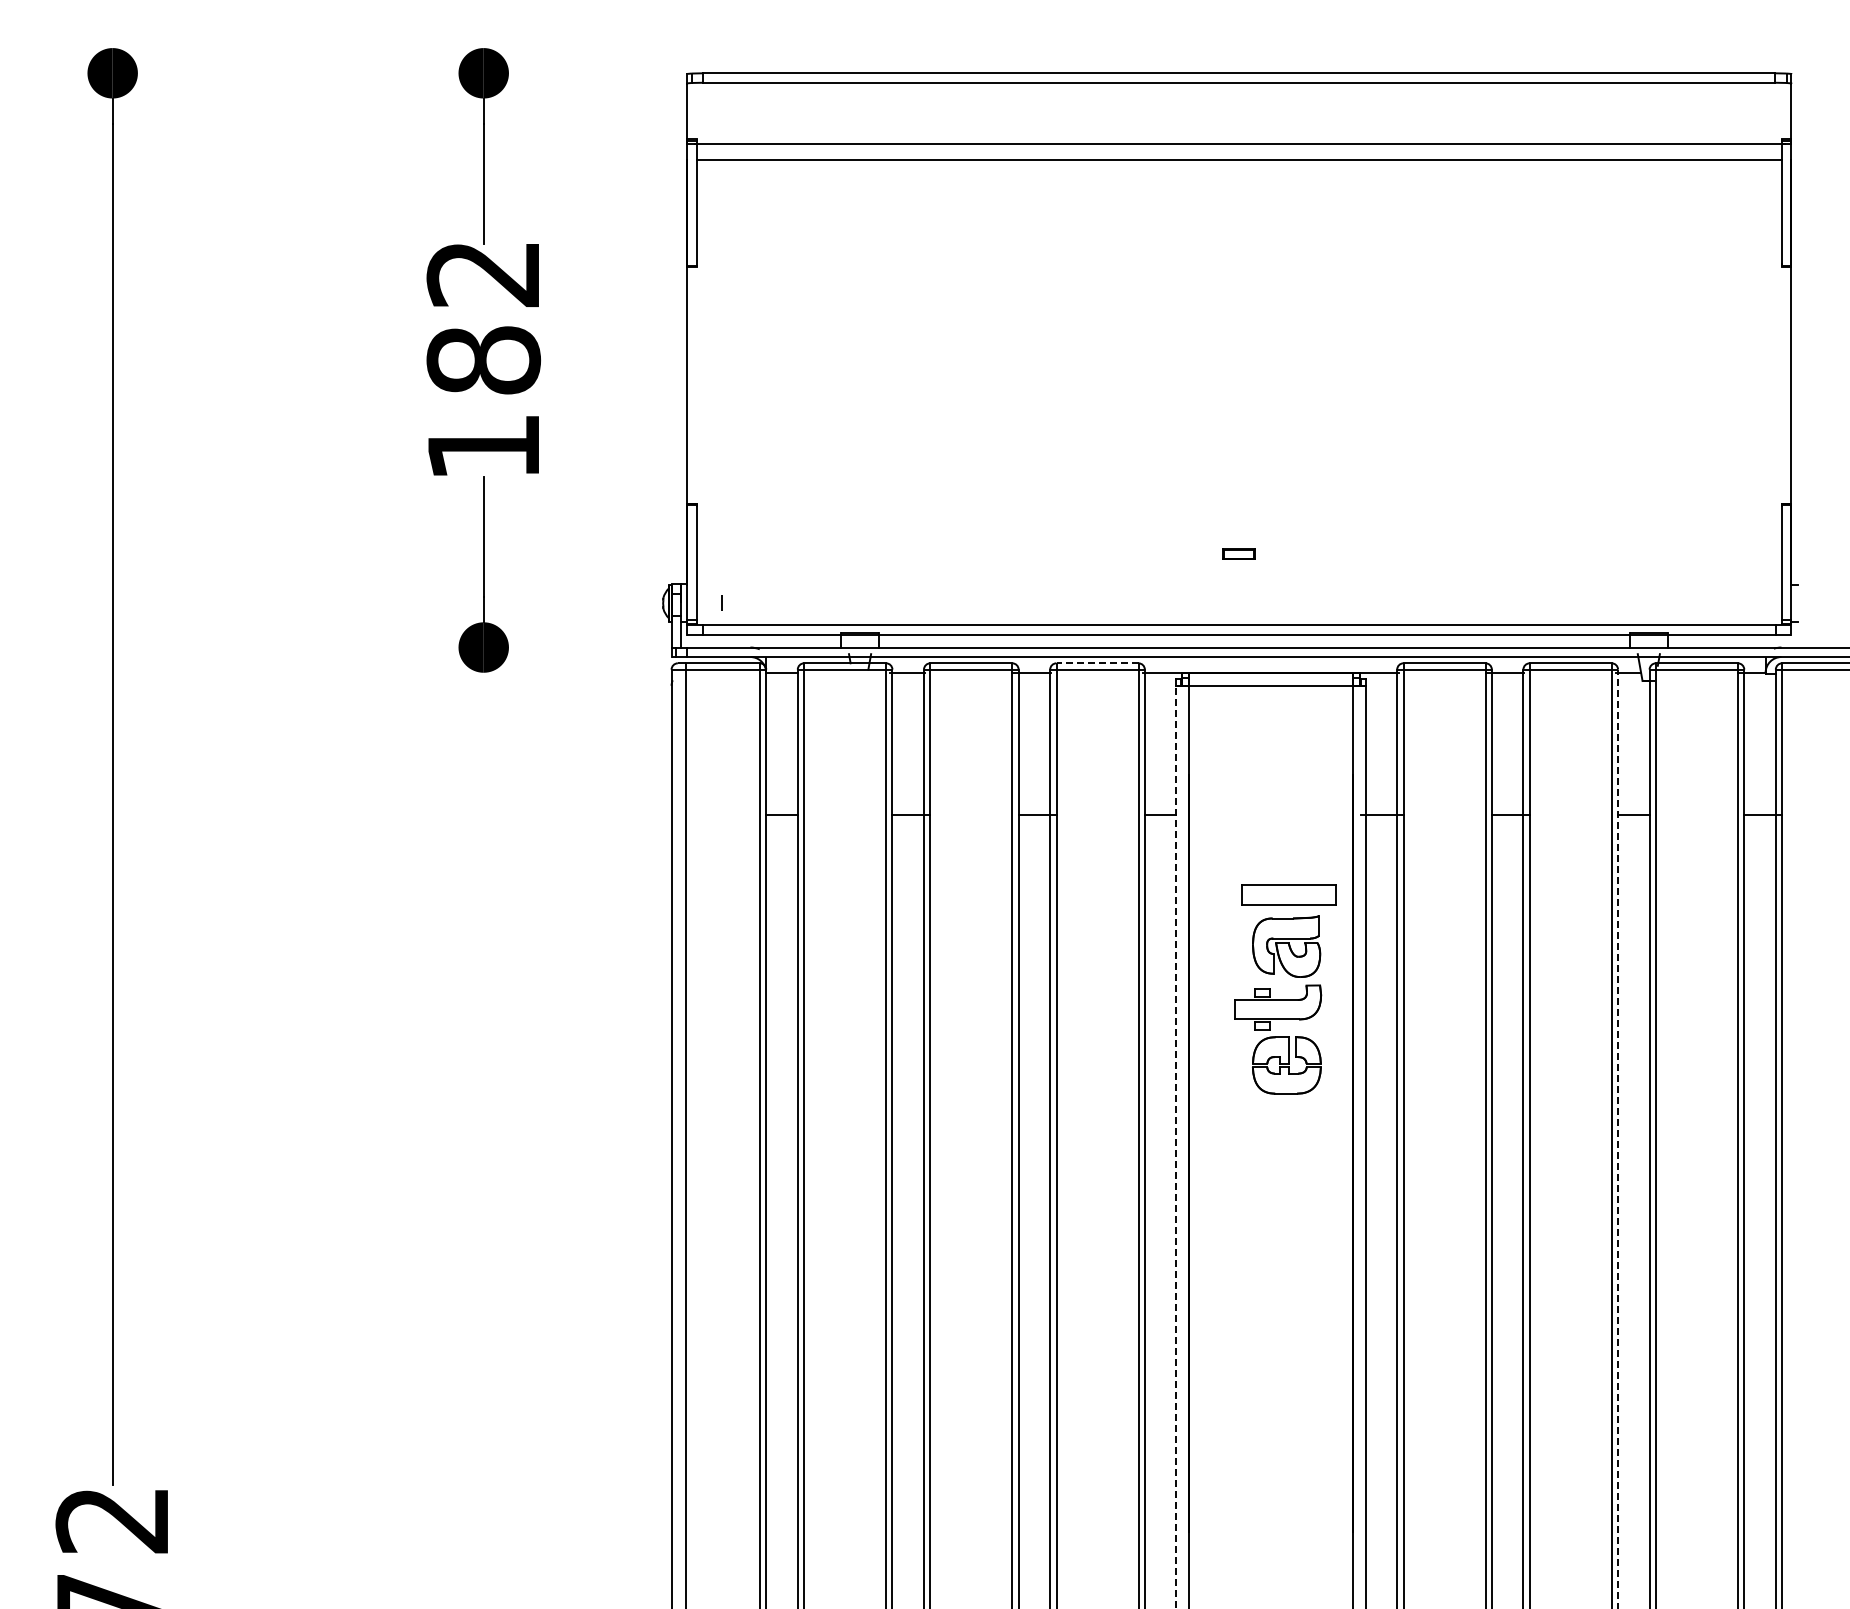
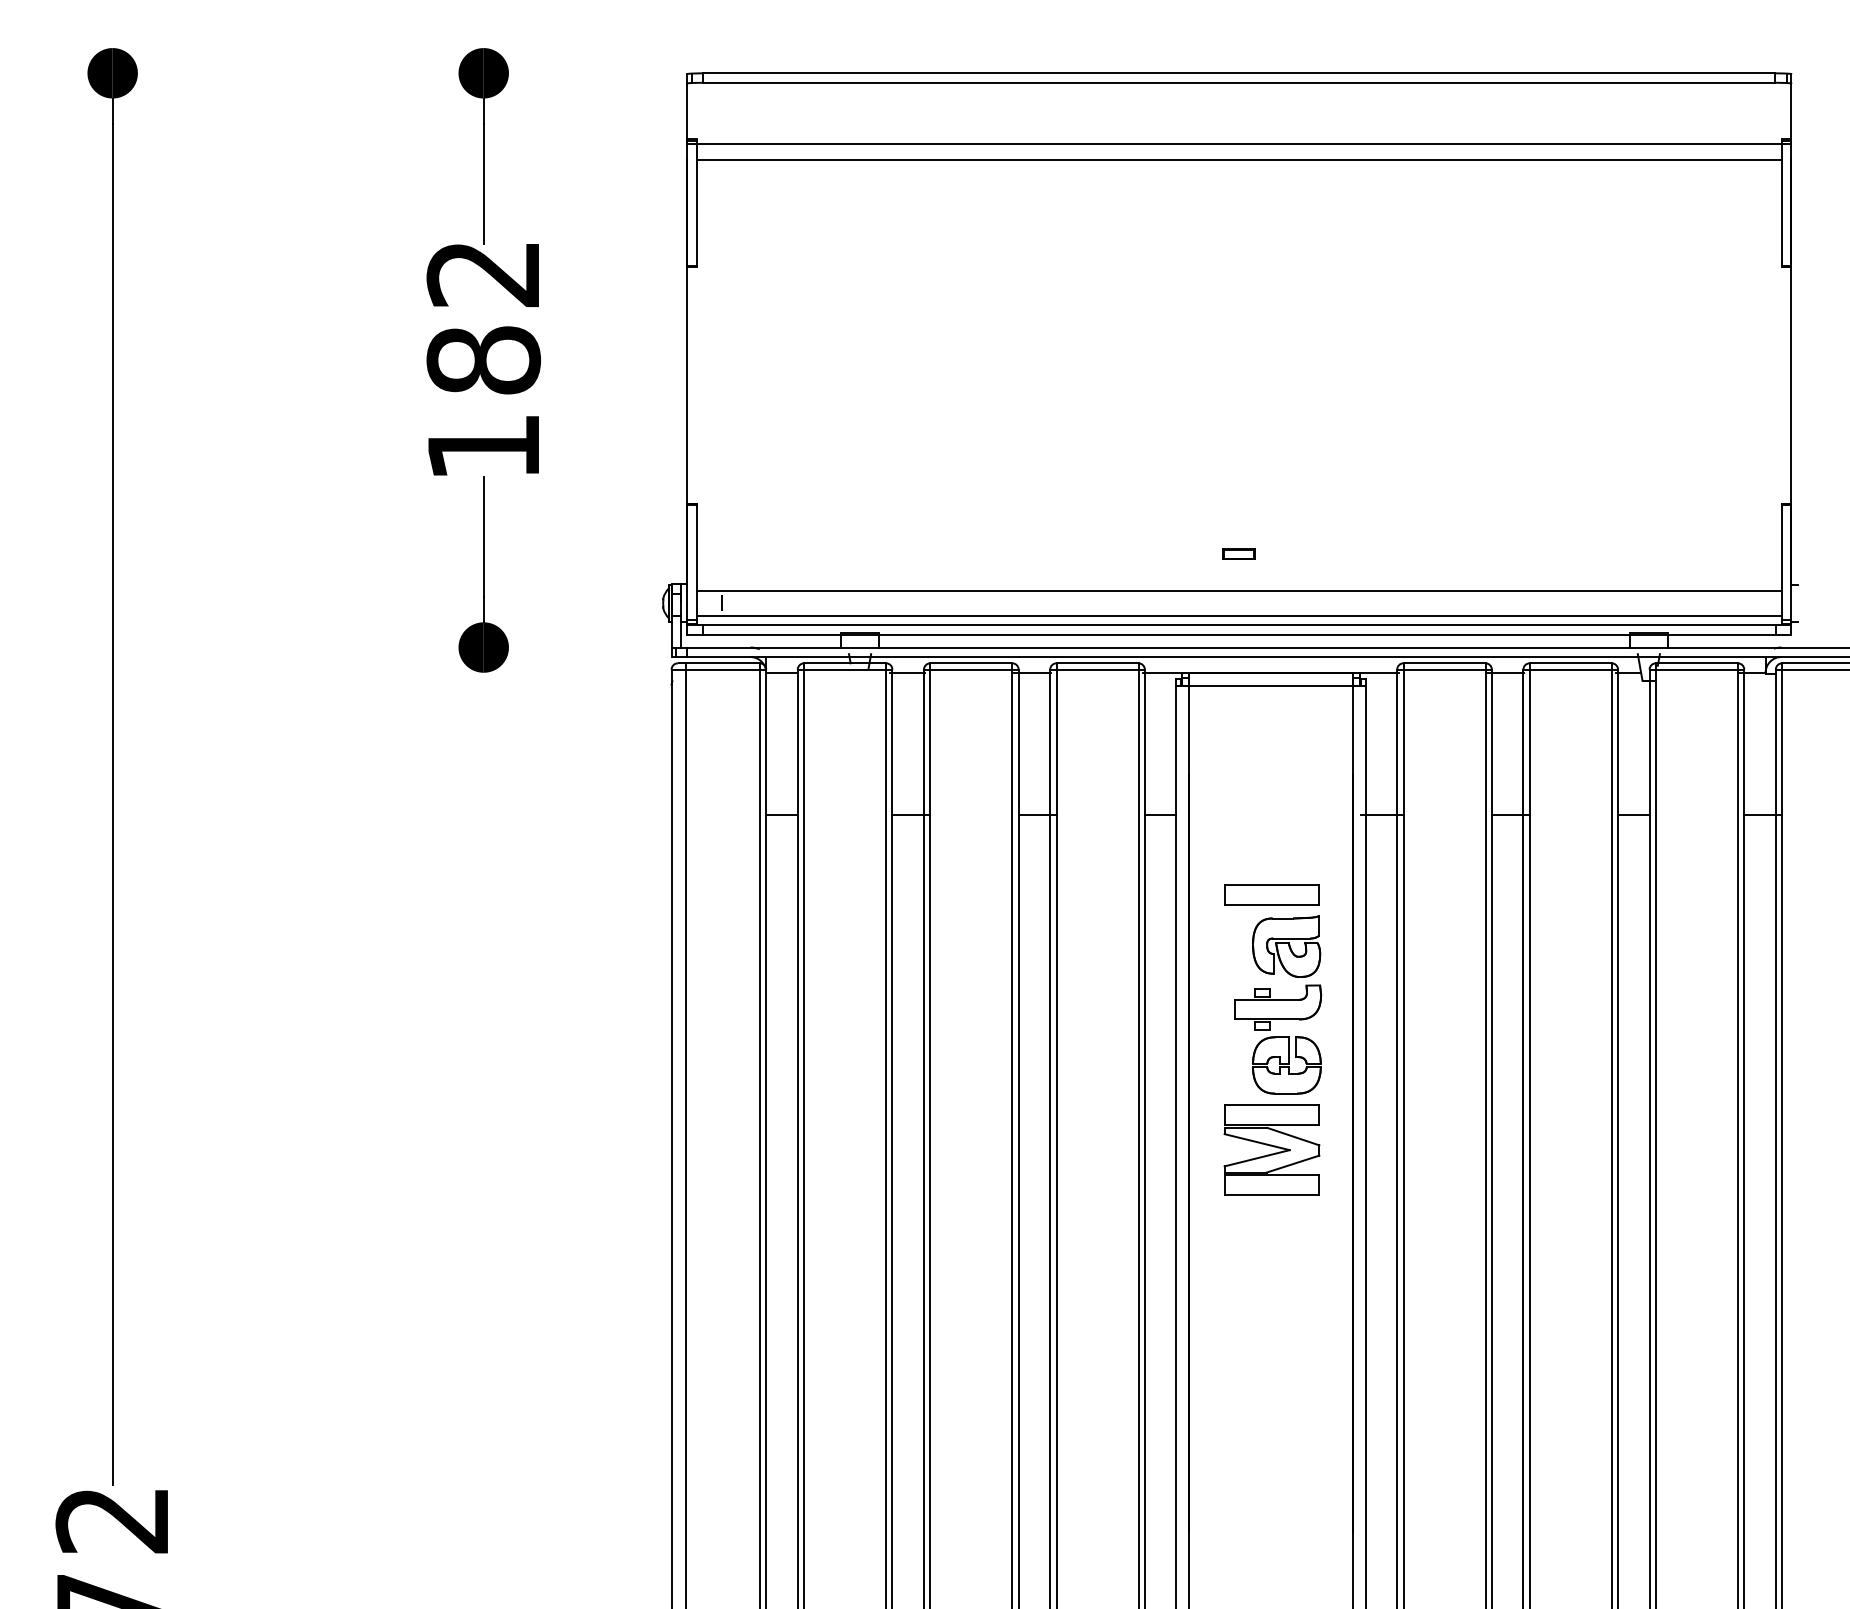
line at (1238, 590): none -> present
line at (1238, 615): none -> present
line at (1097, 663): dashed -> solid
part at (1288, 894) position: (1288, 894) -> (1271, 894)
line at (1618, 1138): dashed -> solid
line at (1176, 1146): dashed -> solid
part at (1271, 1149): none -> present
